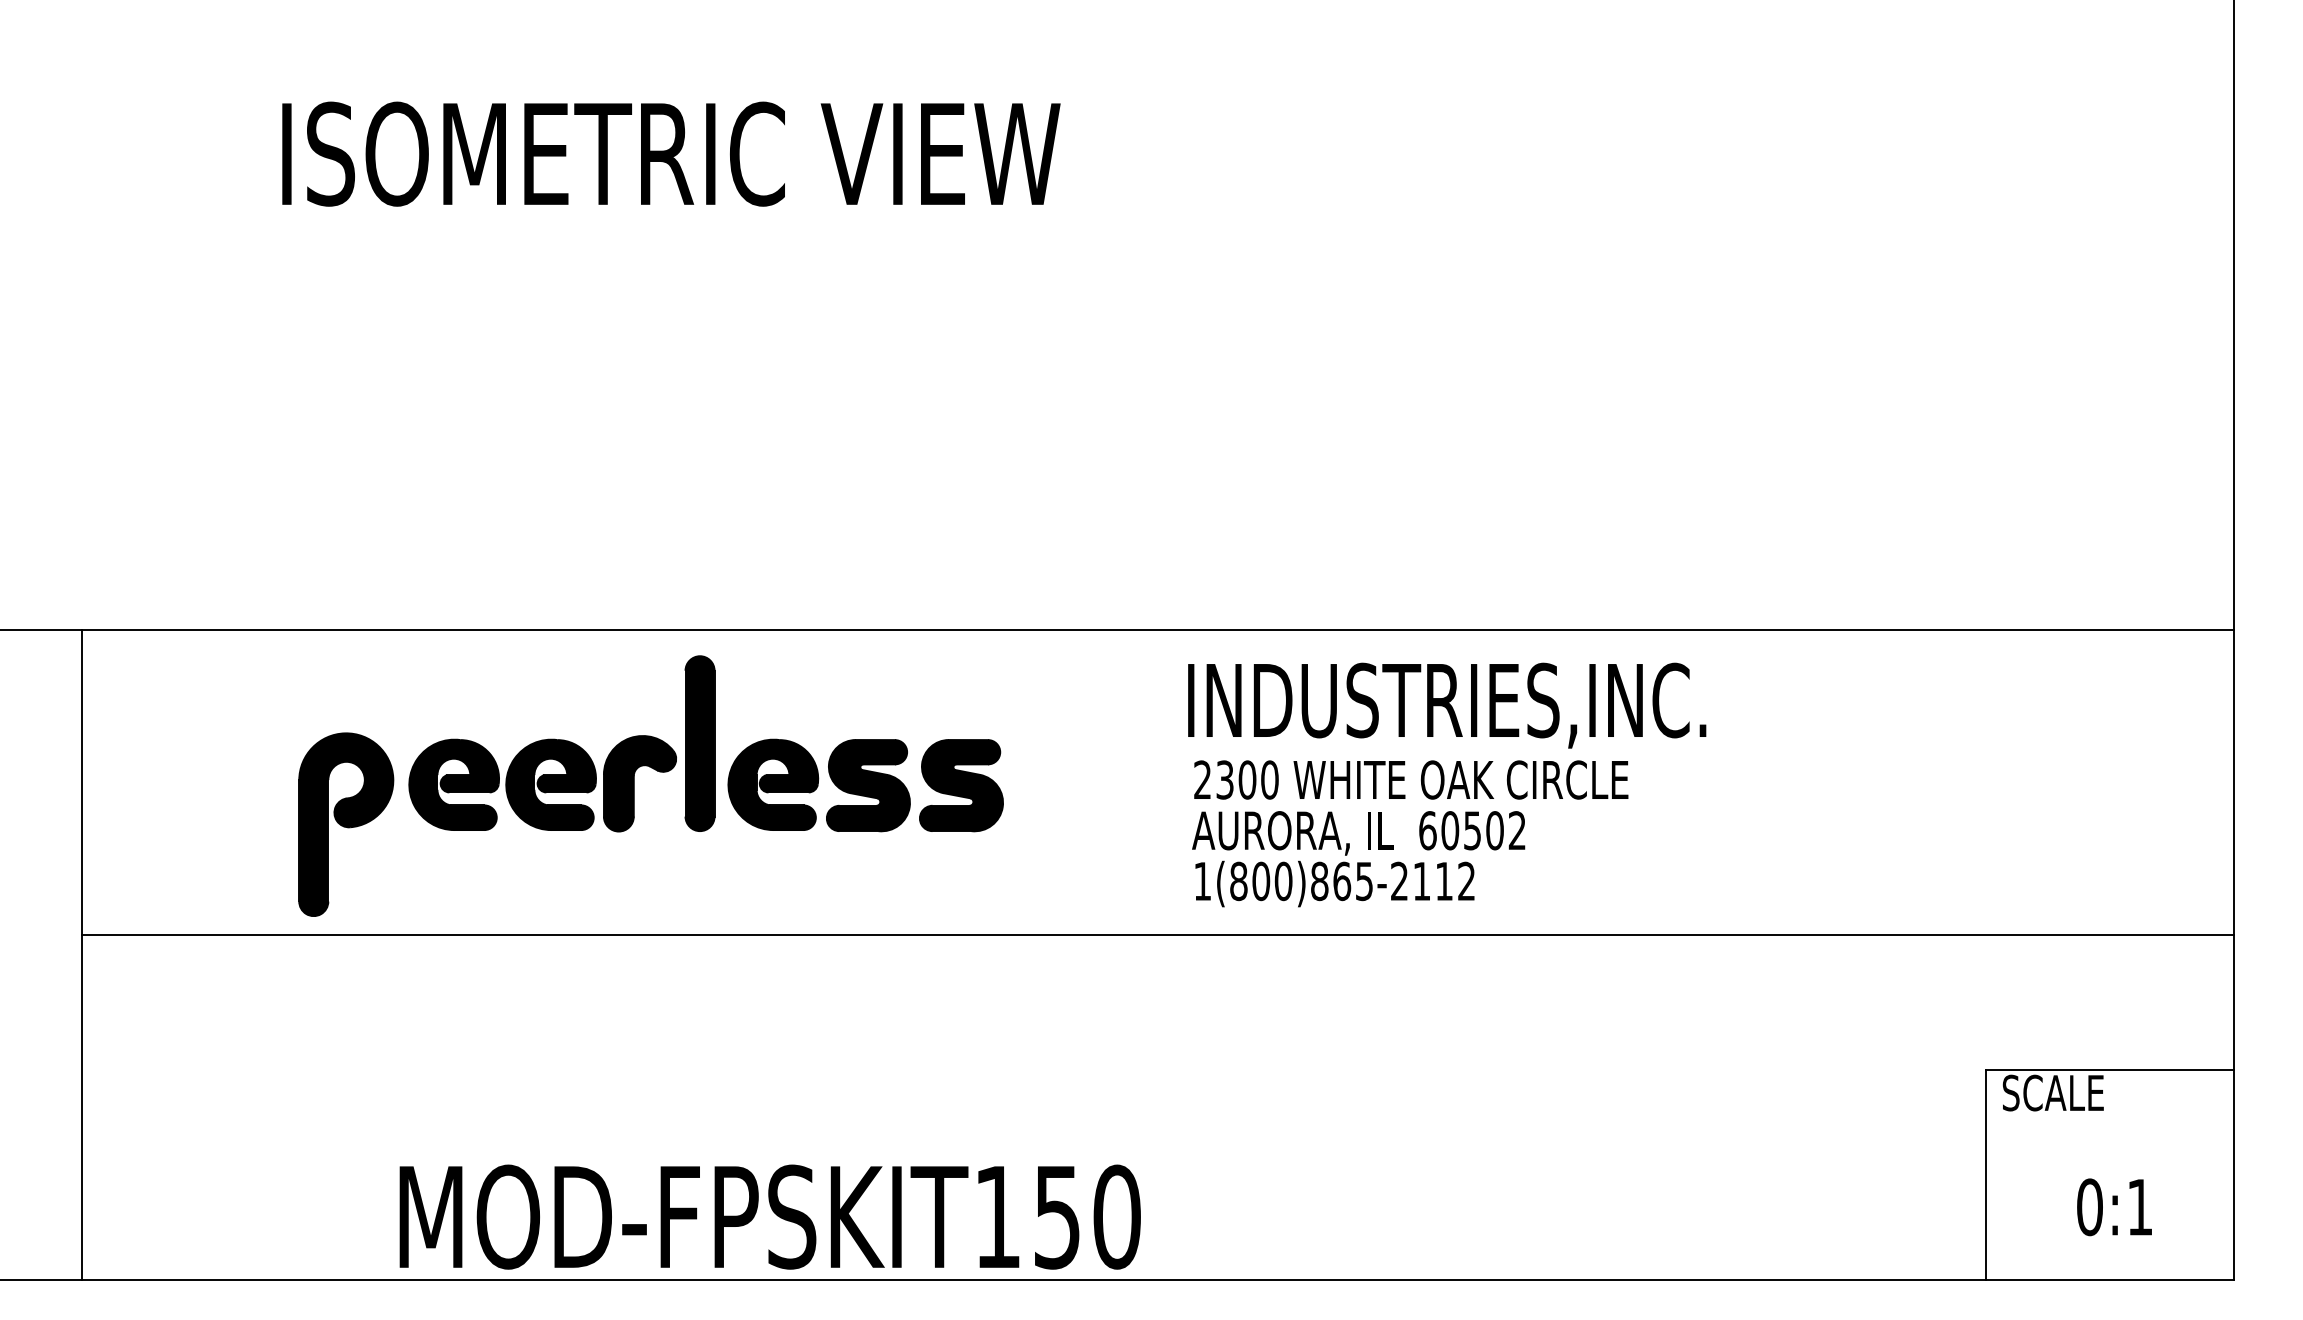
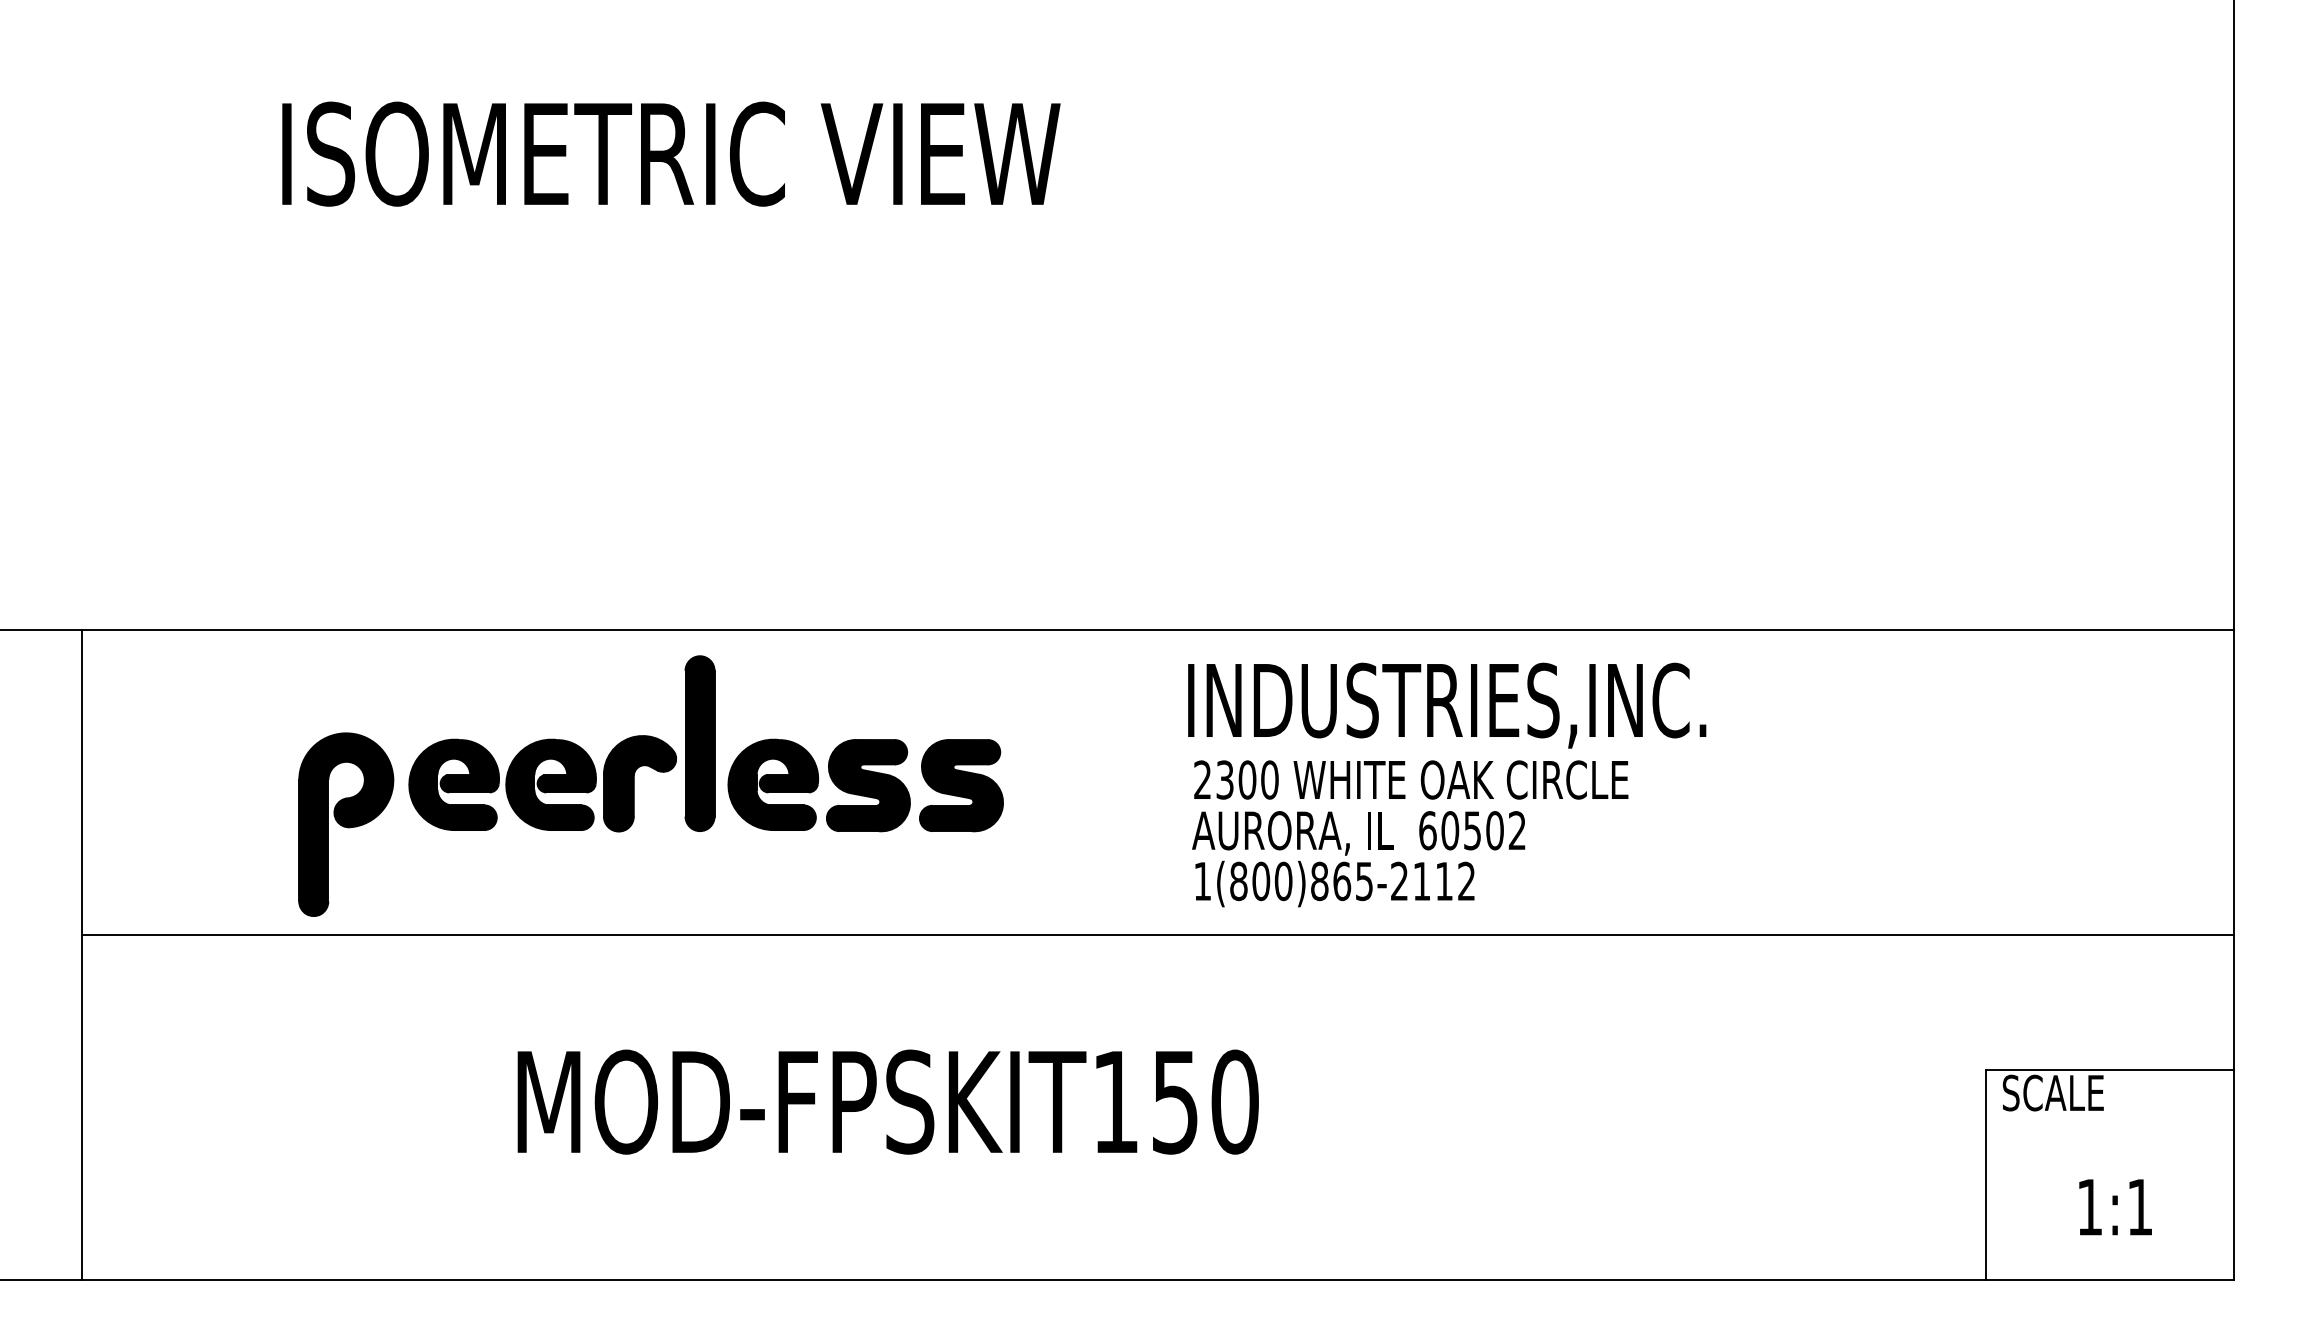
text at (2089, 1207): 0:1 -> 1:1
text at (769, 1216) position: (769, 1216) -> (887, 1101)
